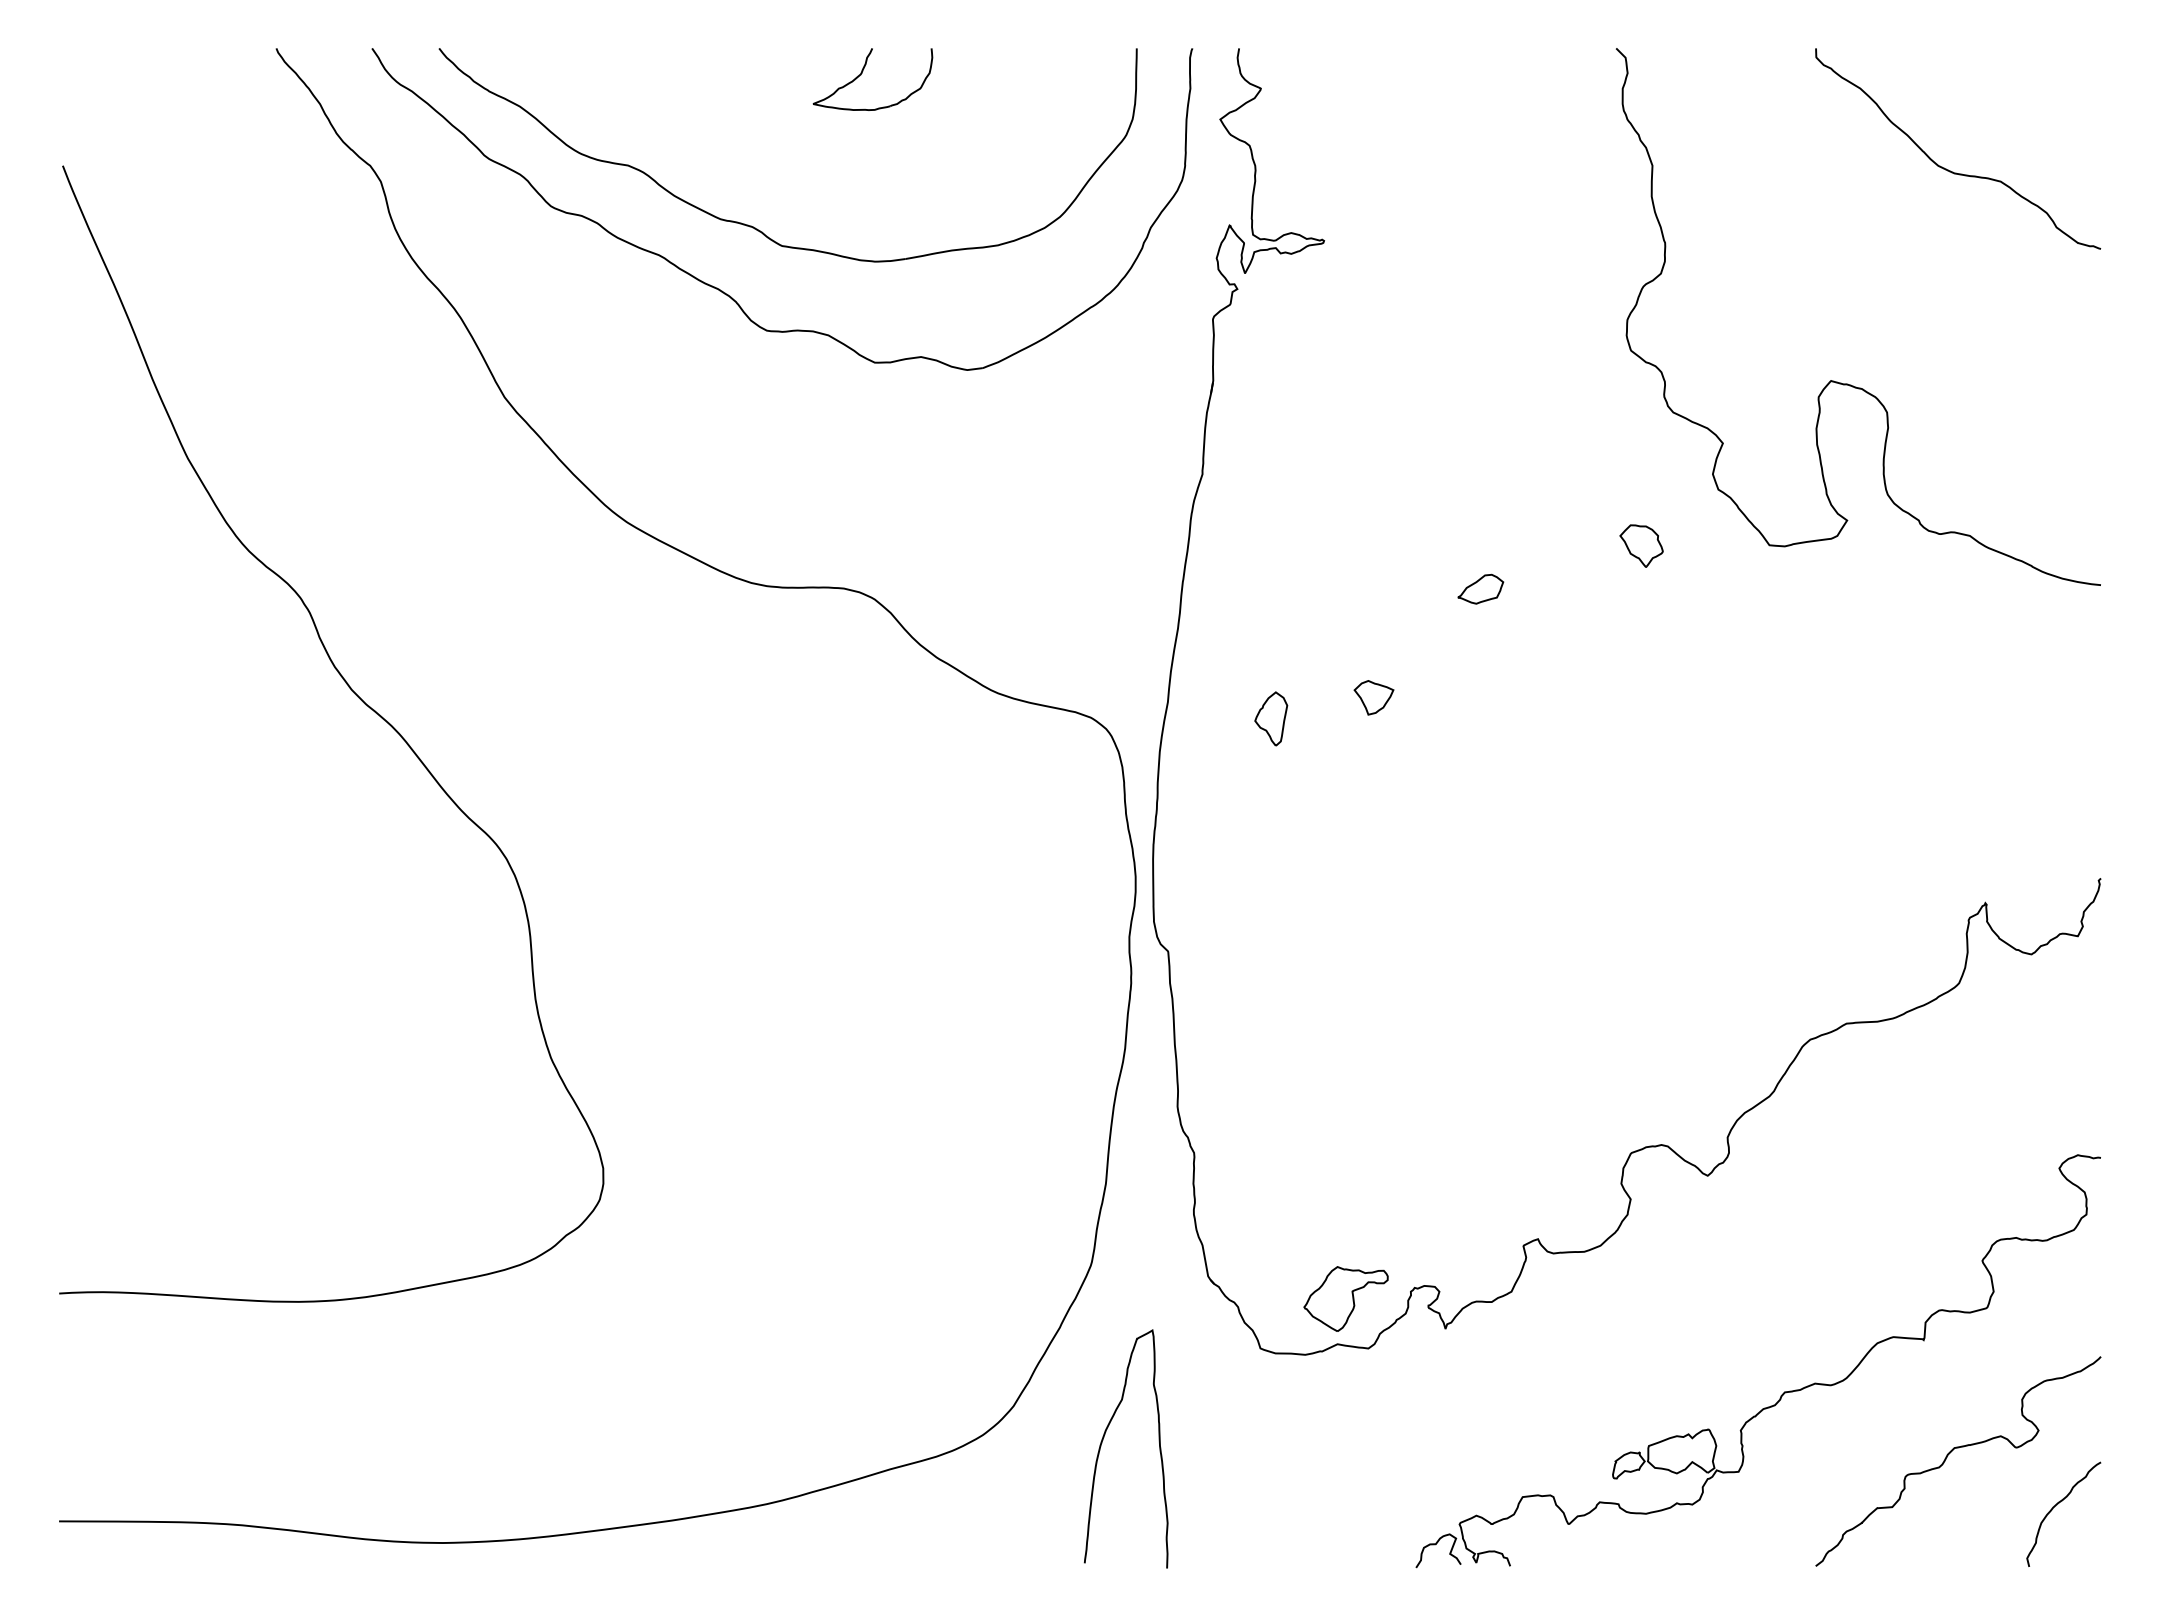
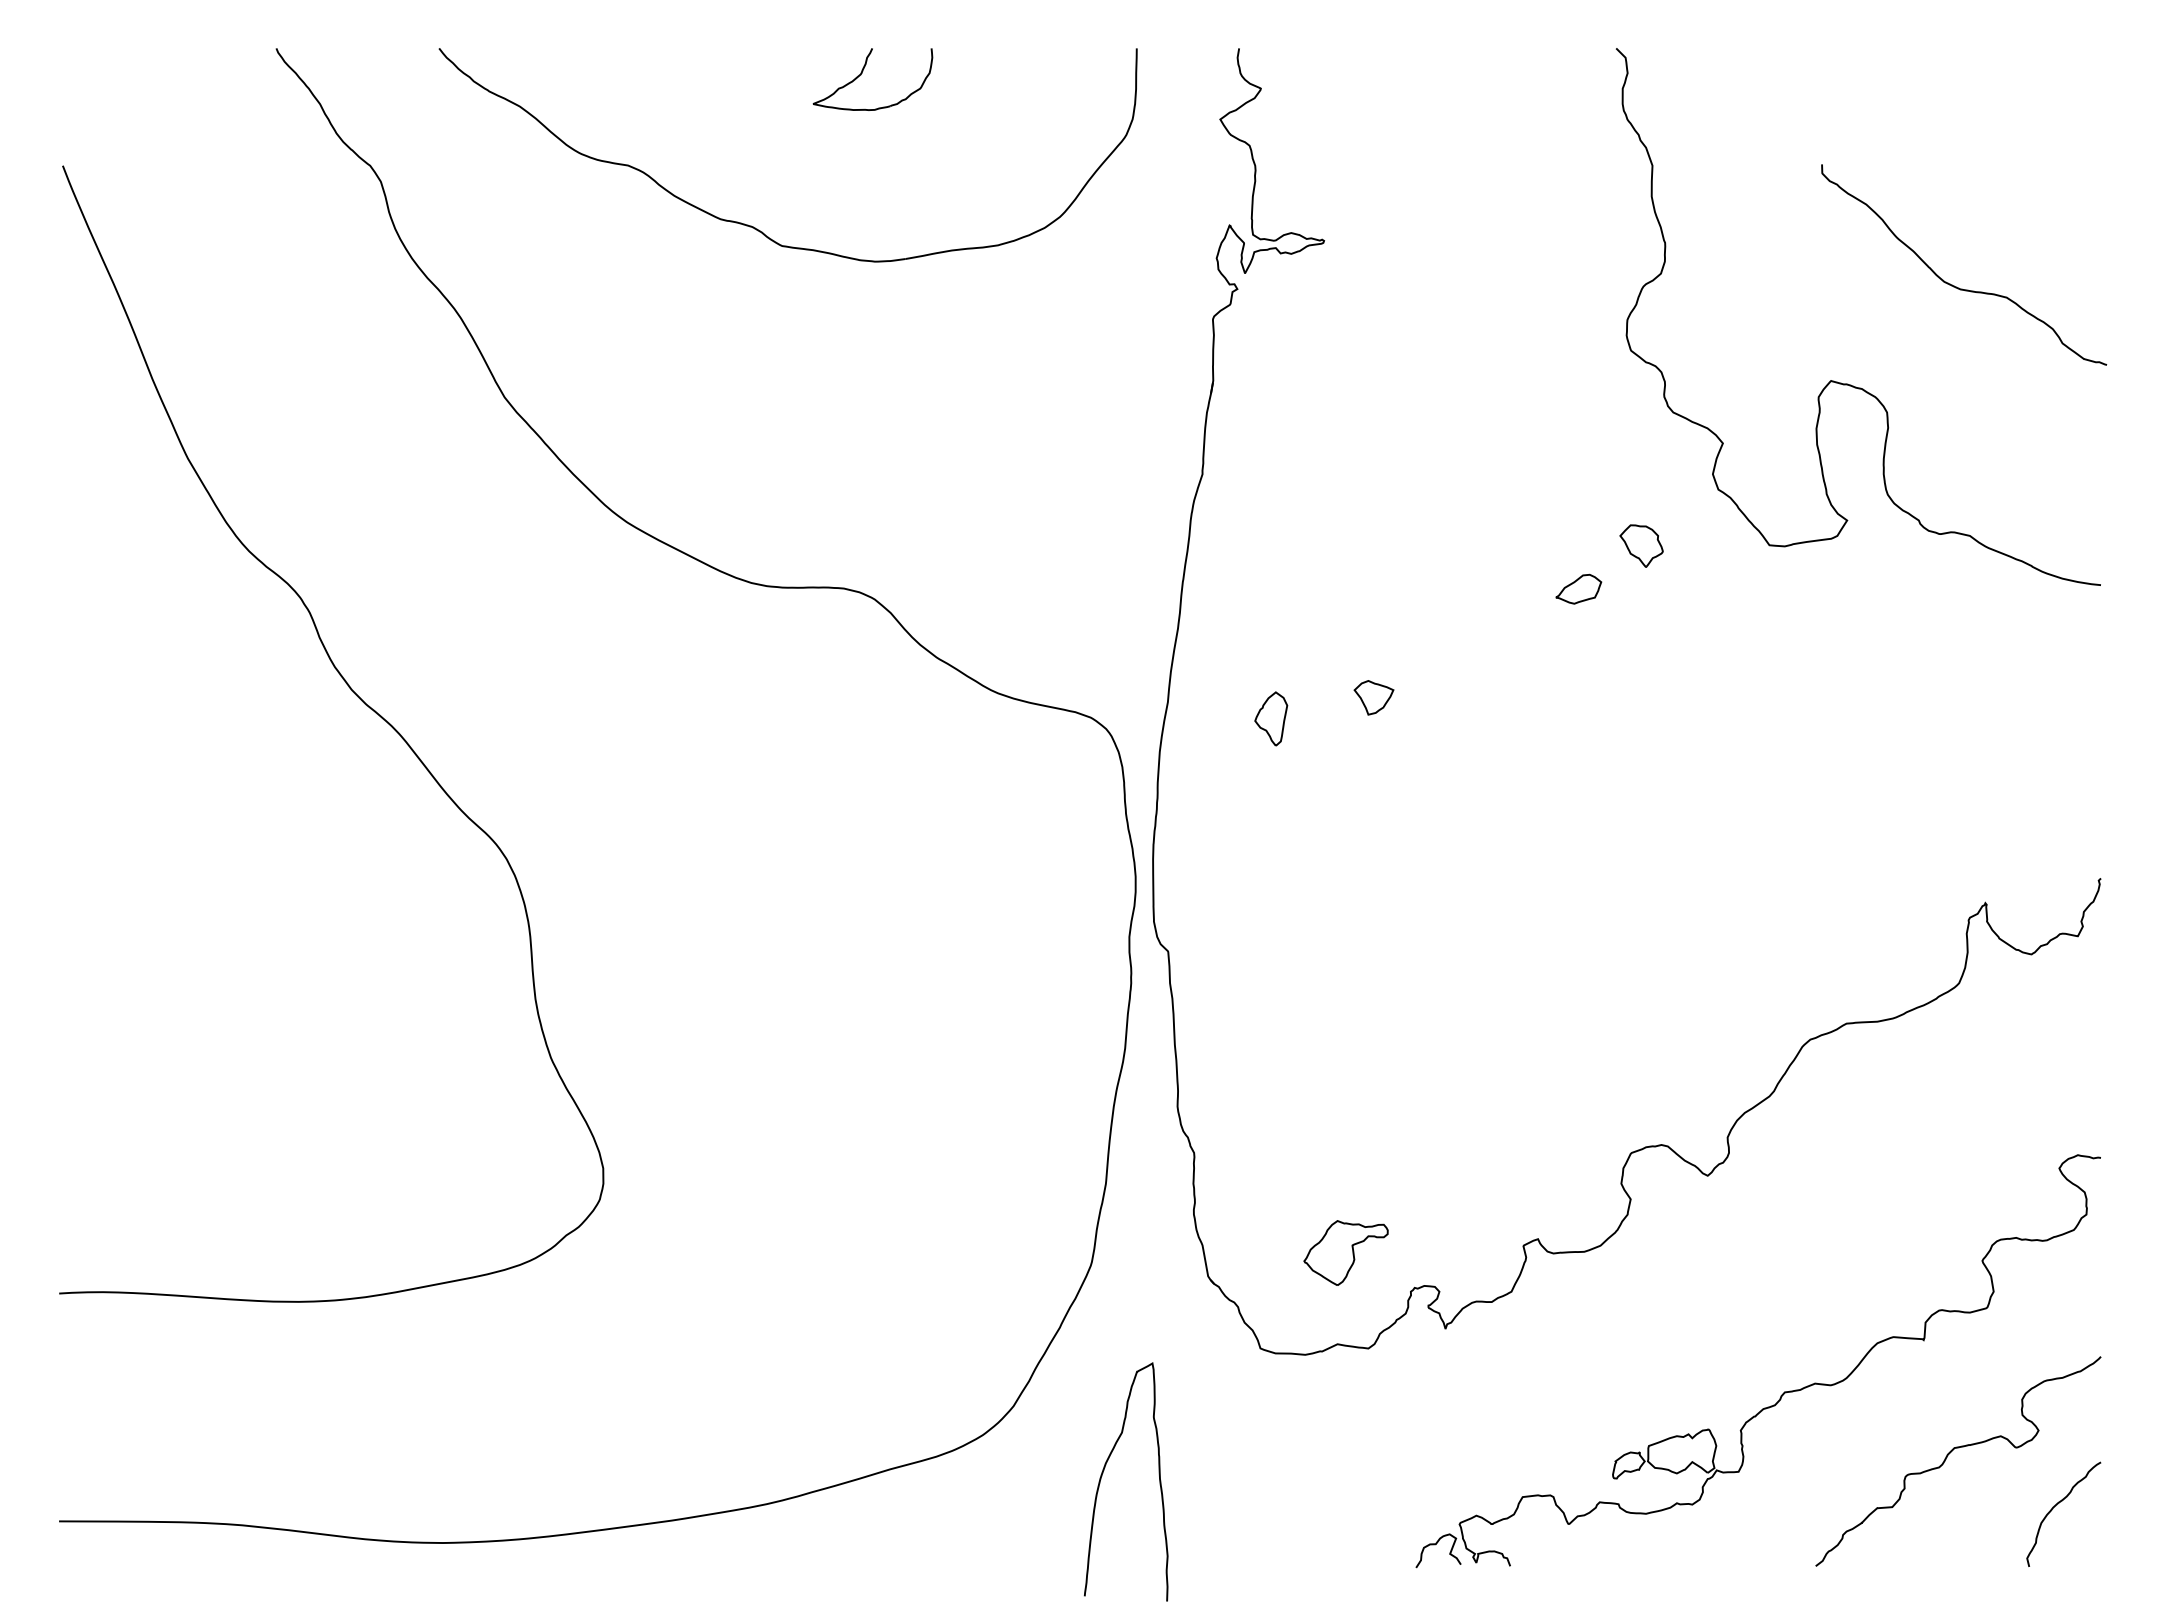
curve at (1948, 169) position: (1948, 169) -> (1954, 285)
part at (725, 292): present -> none
part at (1480, 588) position: (1480, 588) -> (1578, 588)
part at (1345, 1298) position: (1345, 1298) -> (1345, 1252)
curve at (1103, 1440) position: (1103, 1440) -> (1103, 1473)
